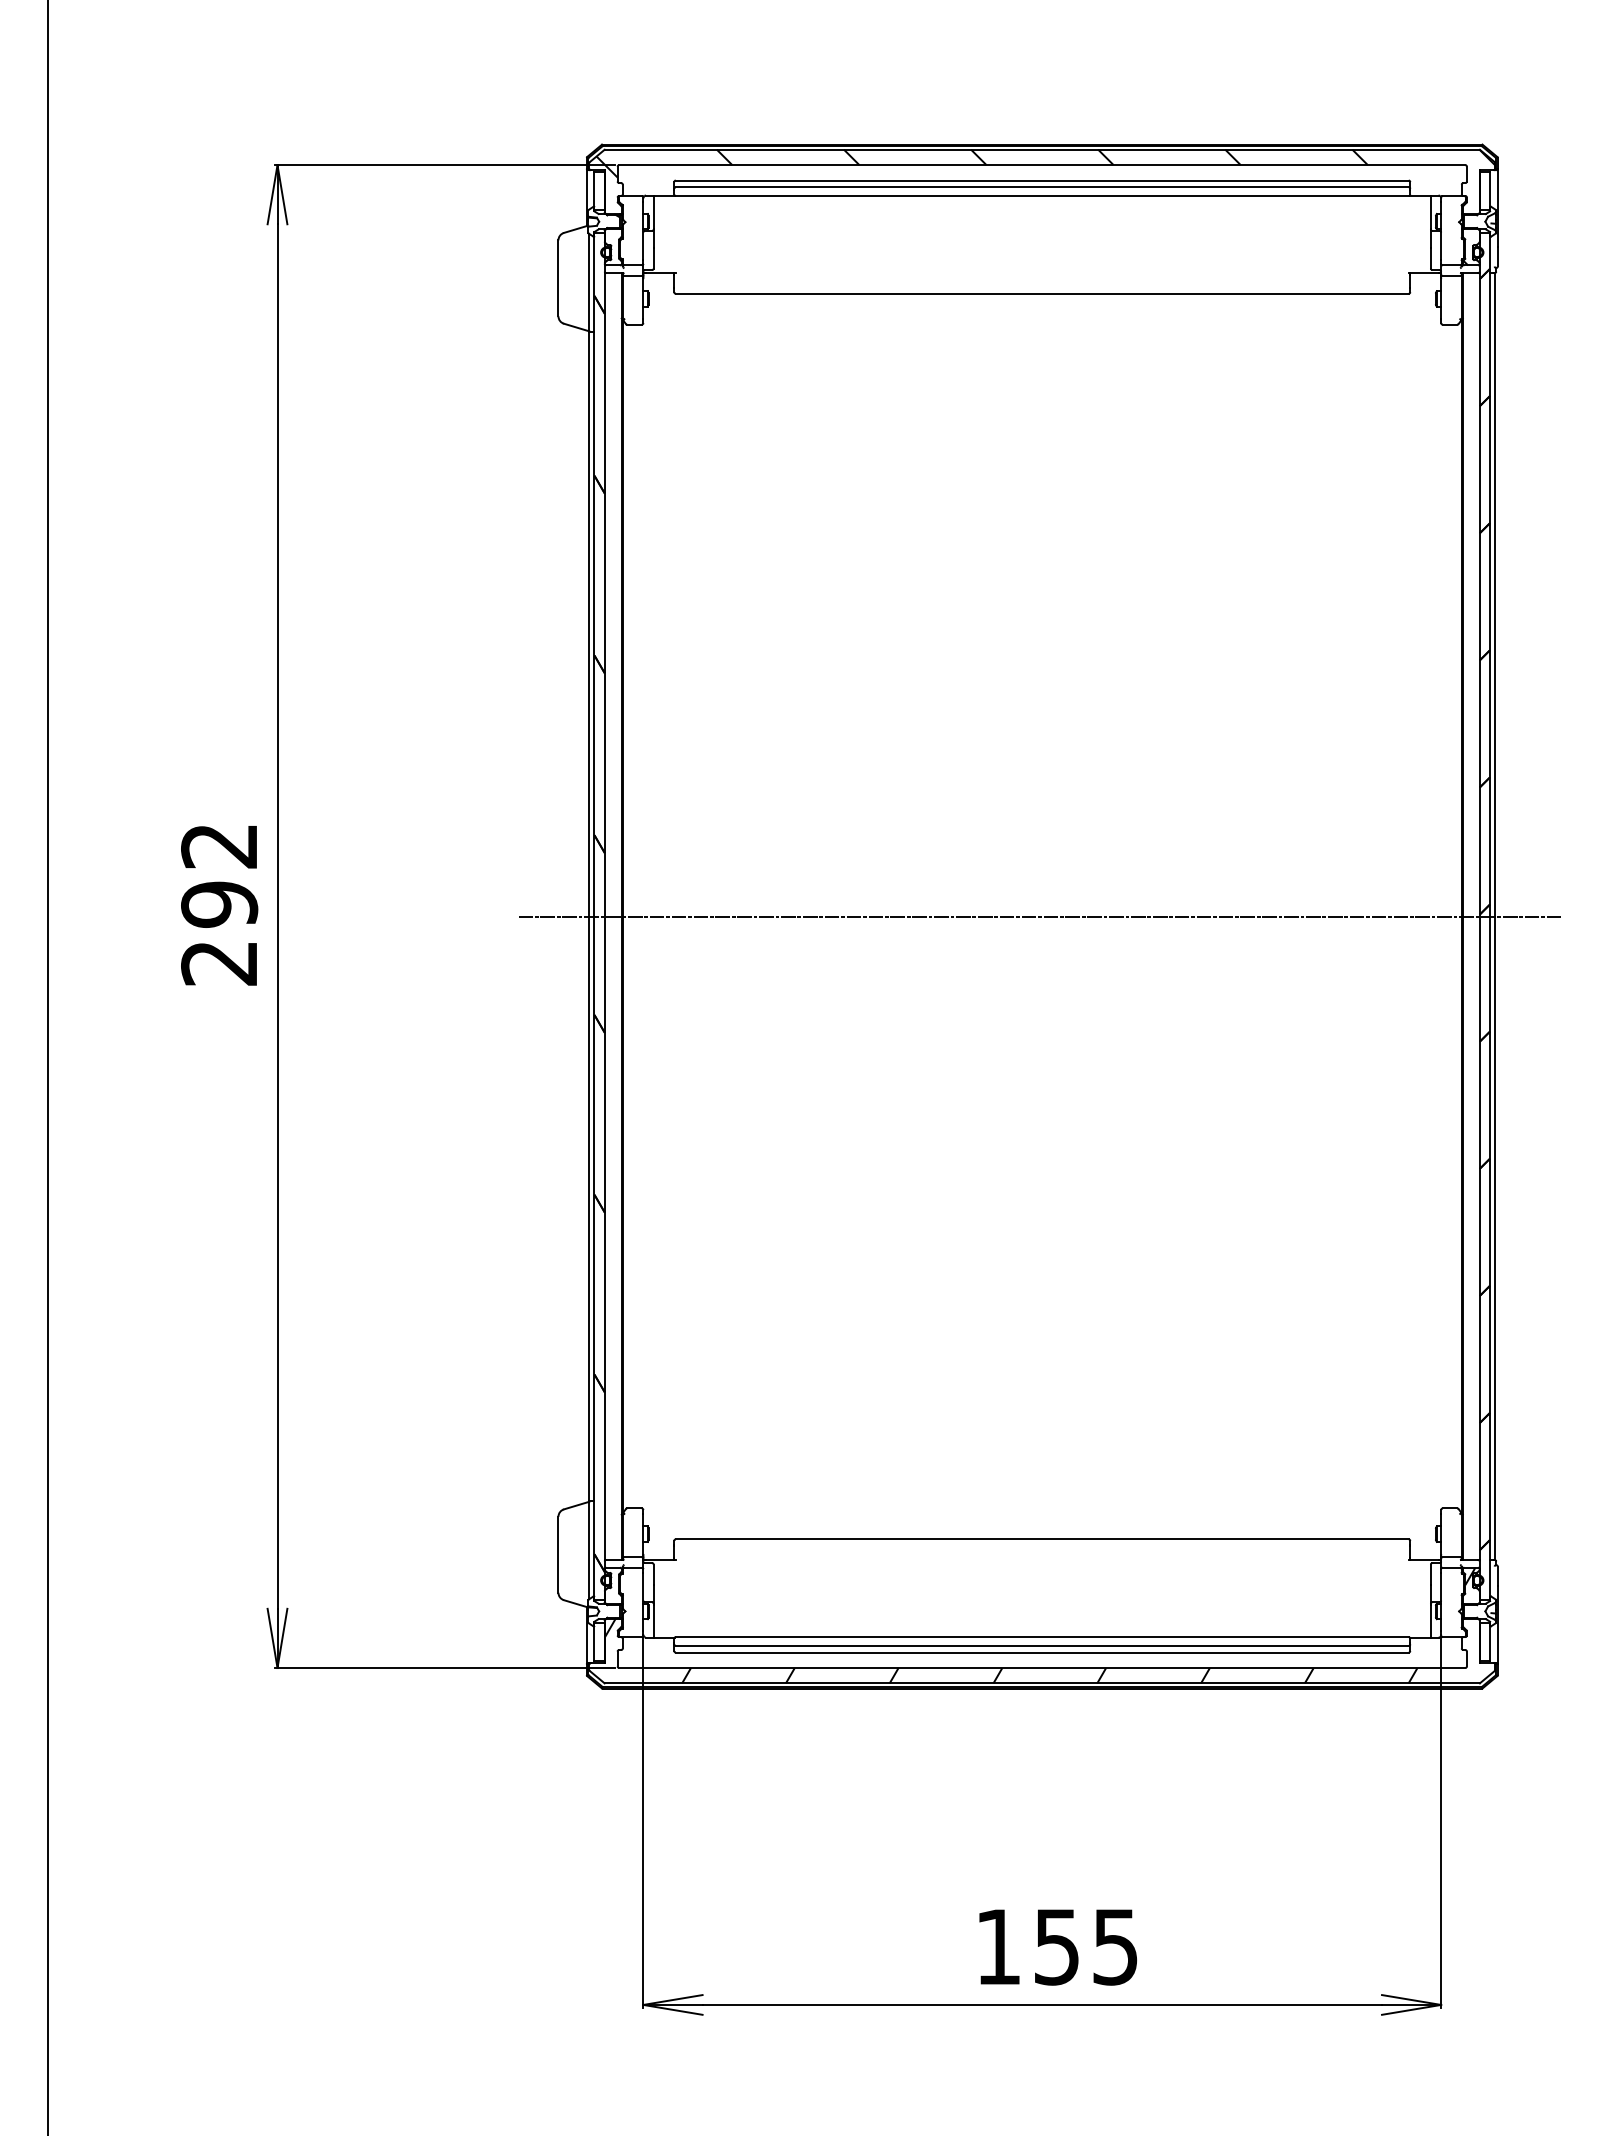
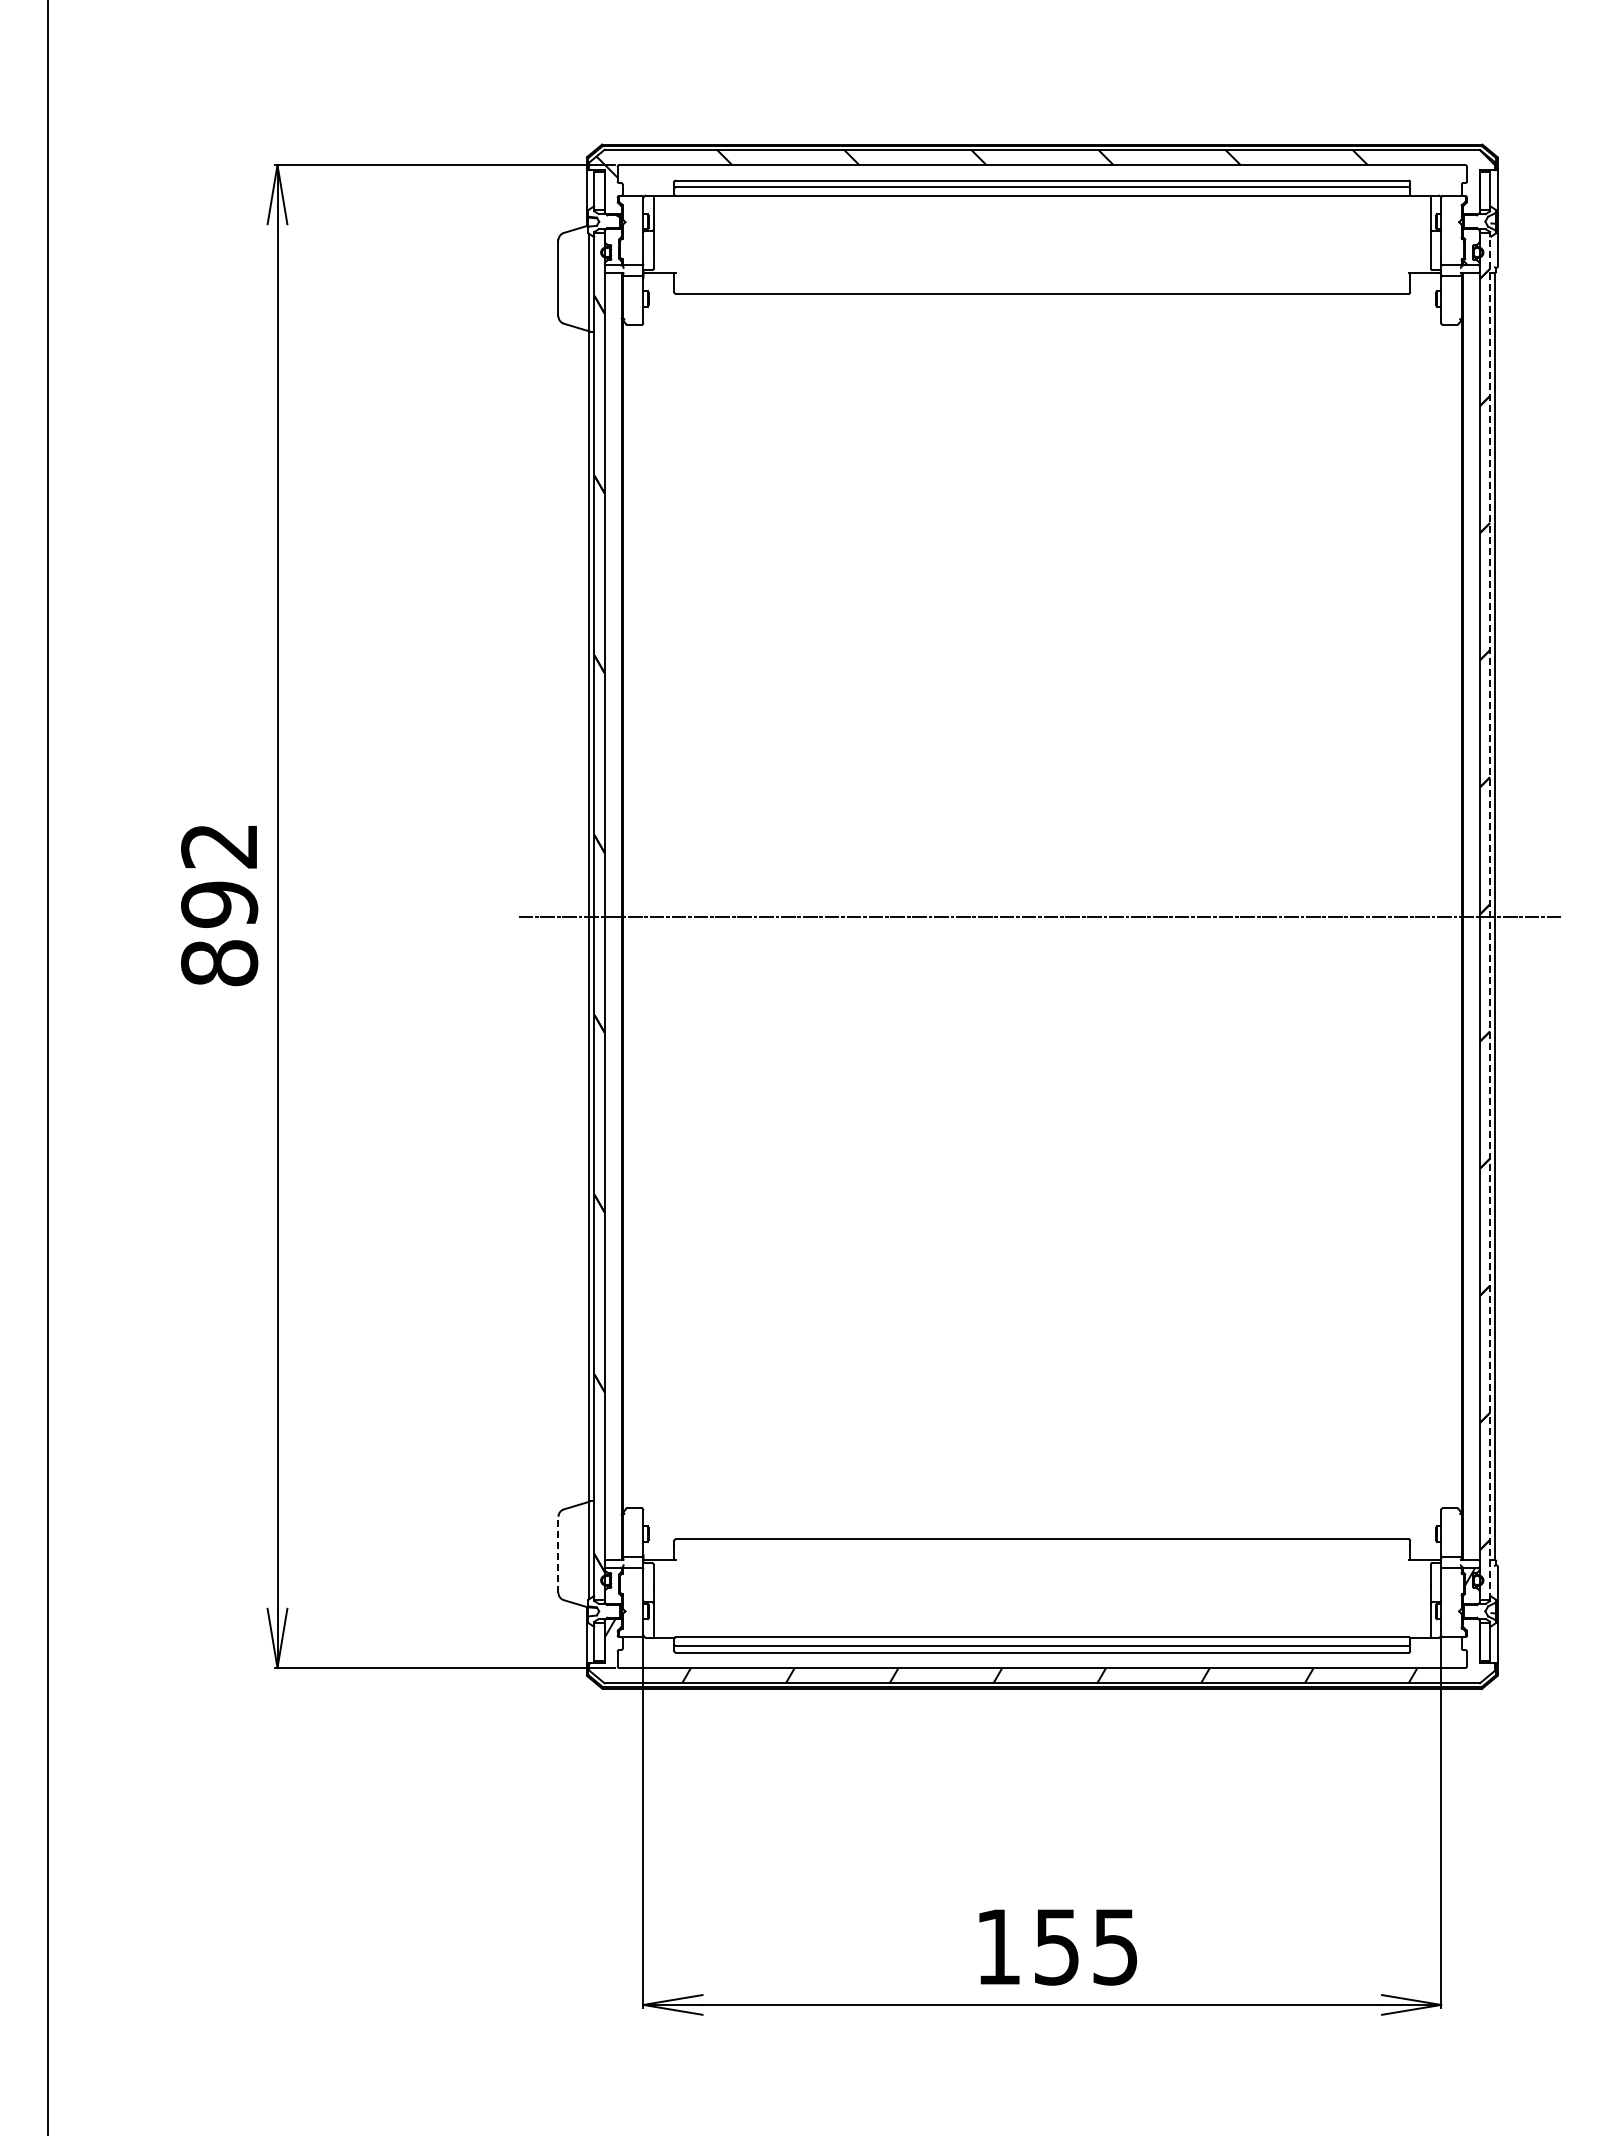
line at (1490, 916): solid -> dashed
text at (219, 963): 292 -> 892
line at (558, 1554): solid -> dashed
